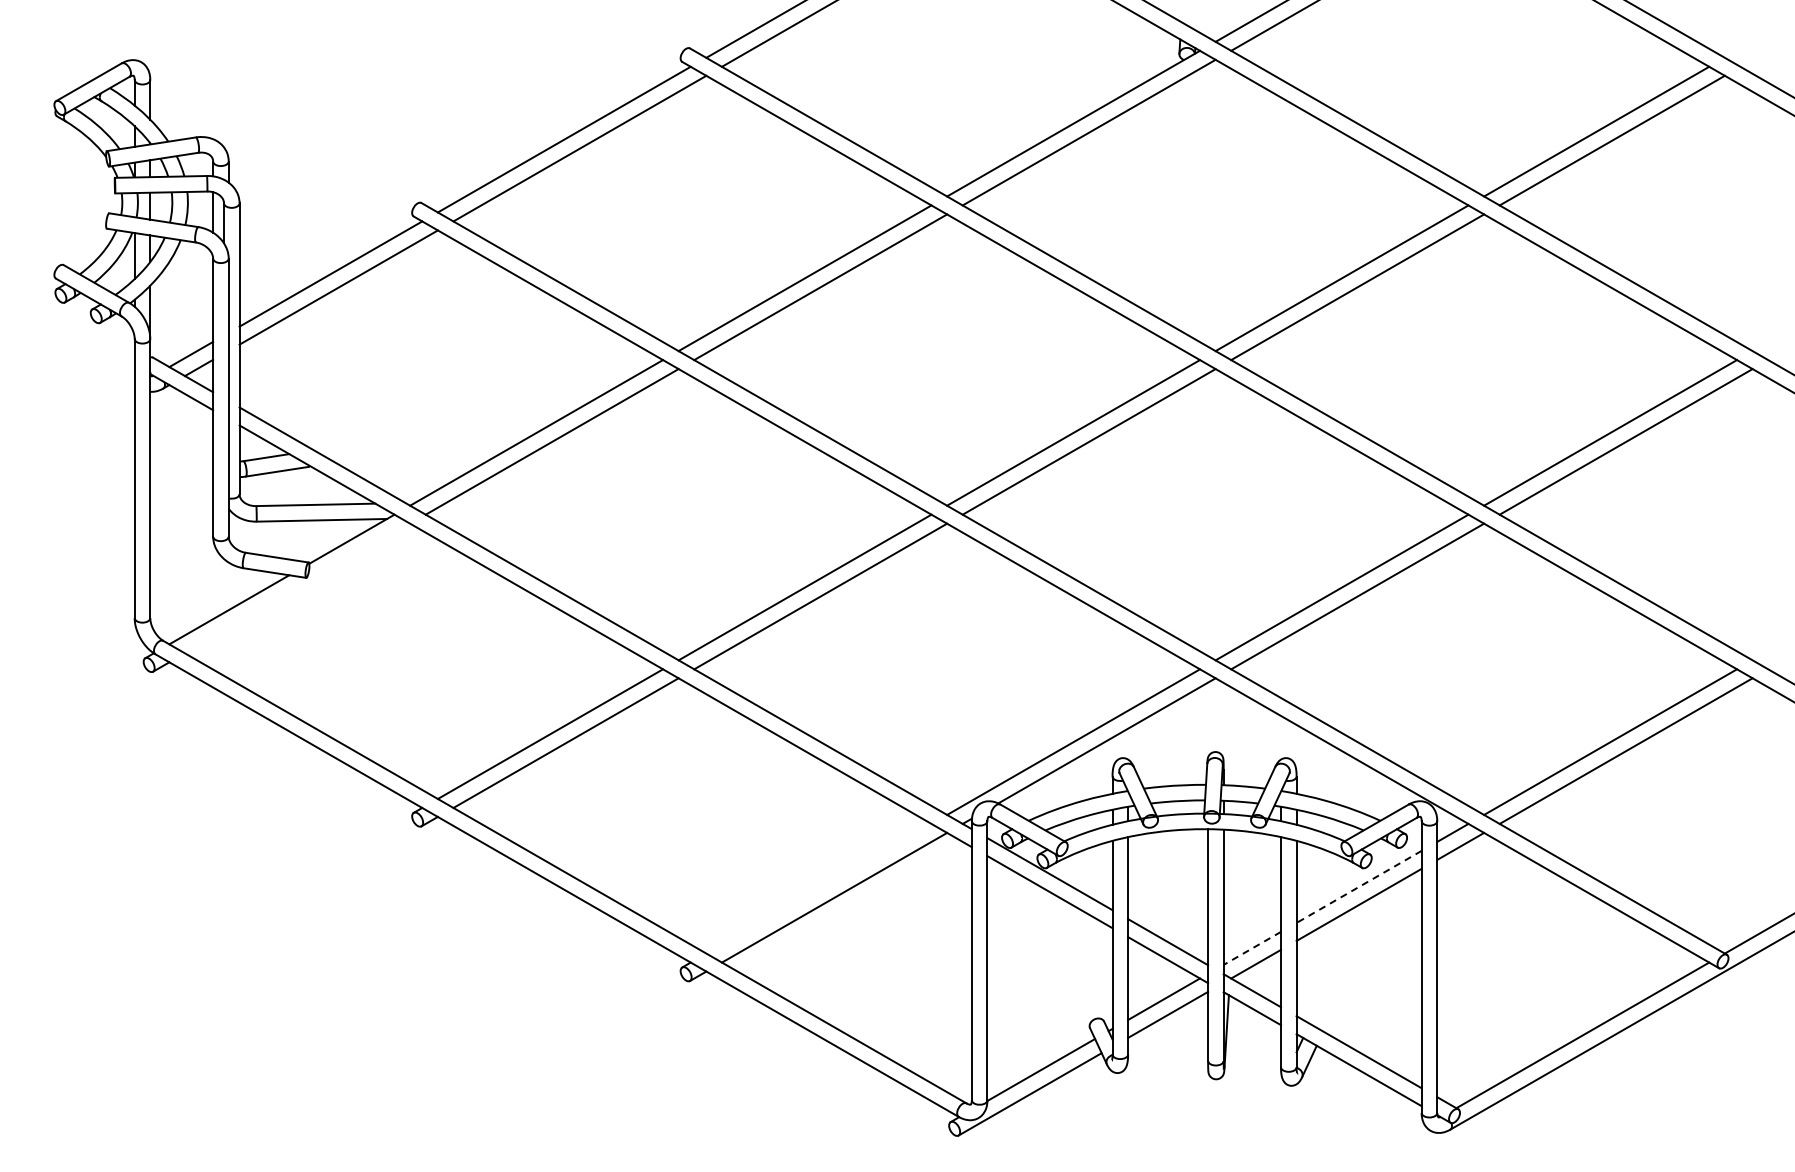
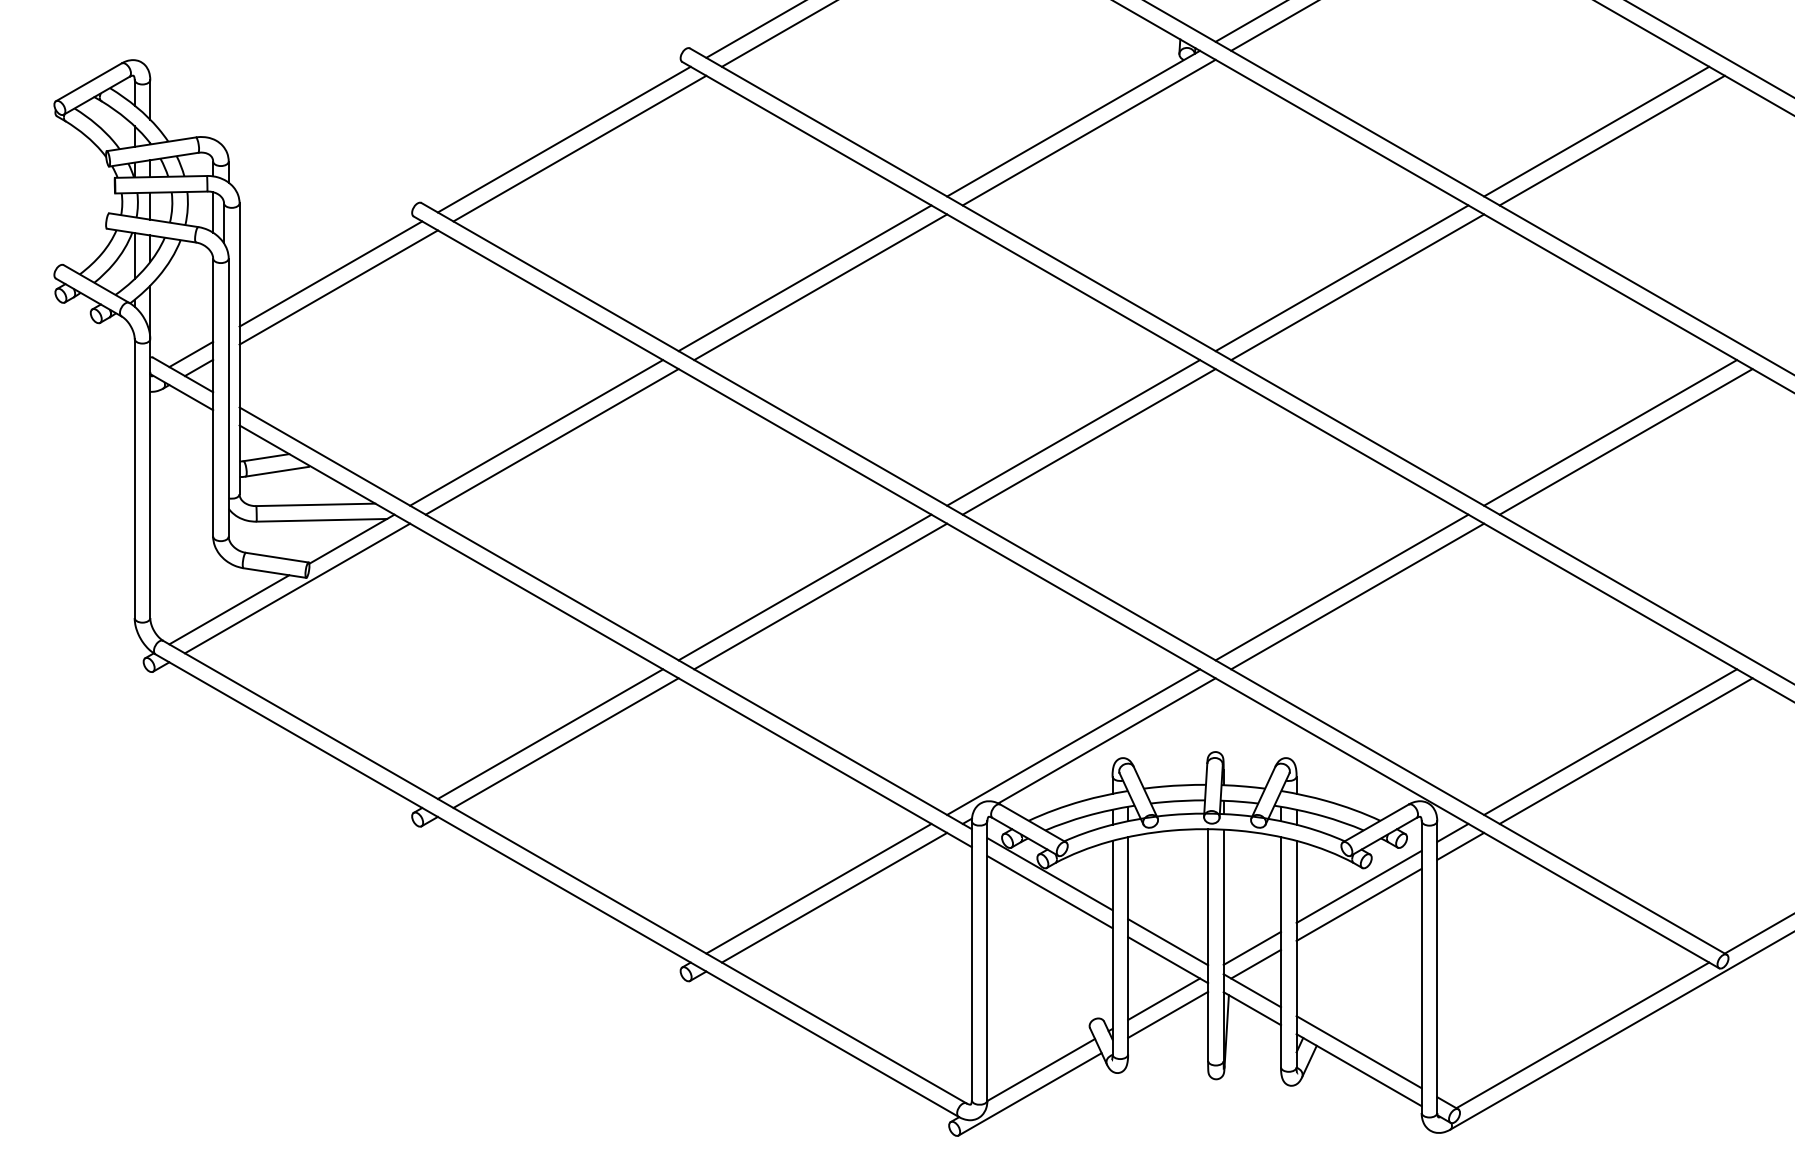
line at (297, 588): none -> present
line at (1358, 887): dashed -> solid
line at (818, 888): none -> present
line at (1251, 948): dashed -> solid
